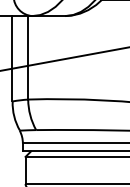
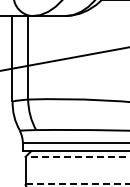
line at (77, 156): solid -> dashed
line at (77, 183): solid -> dashed
